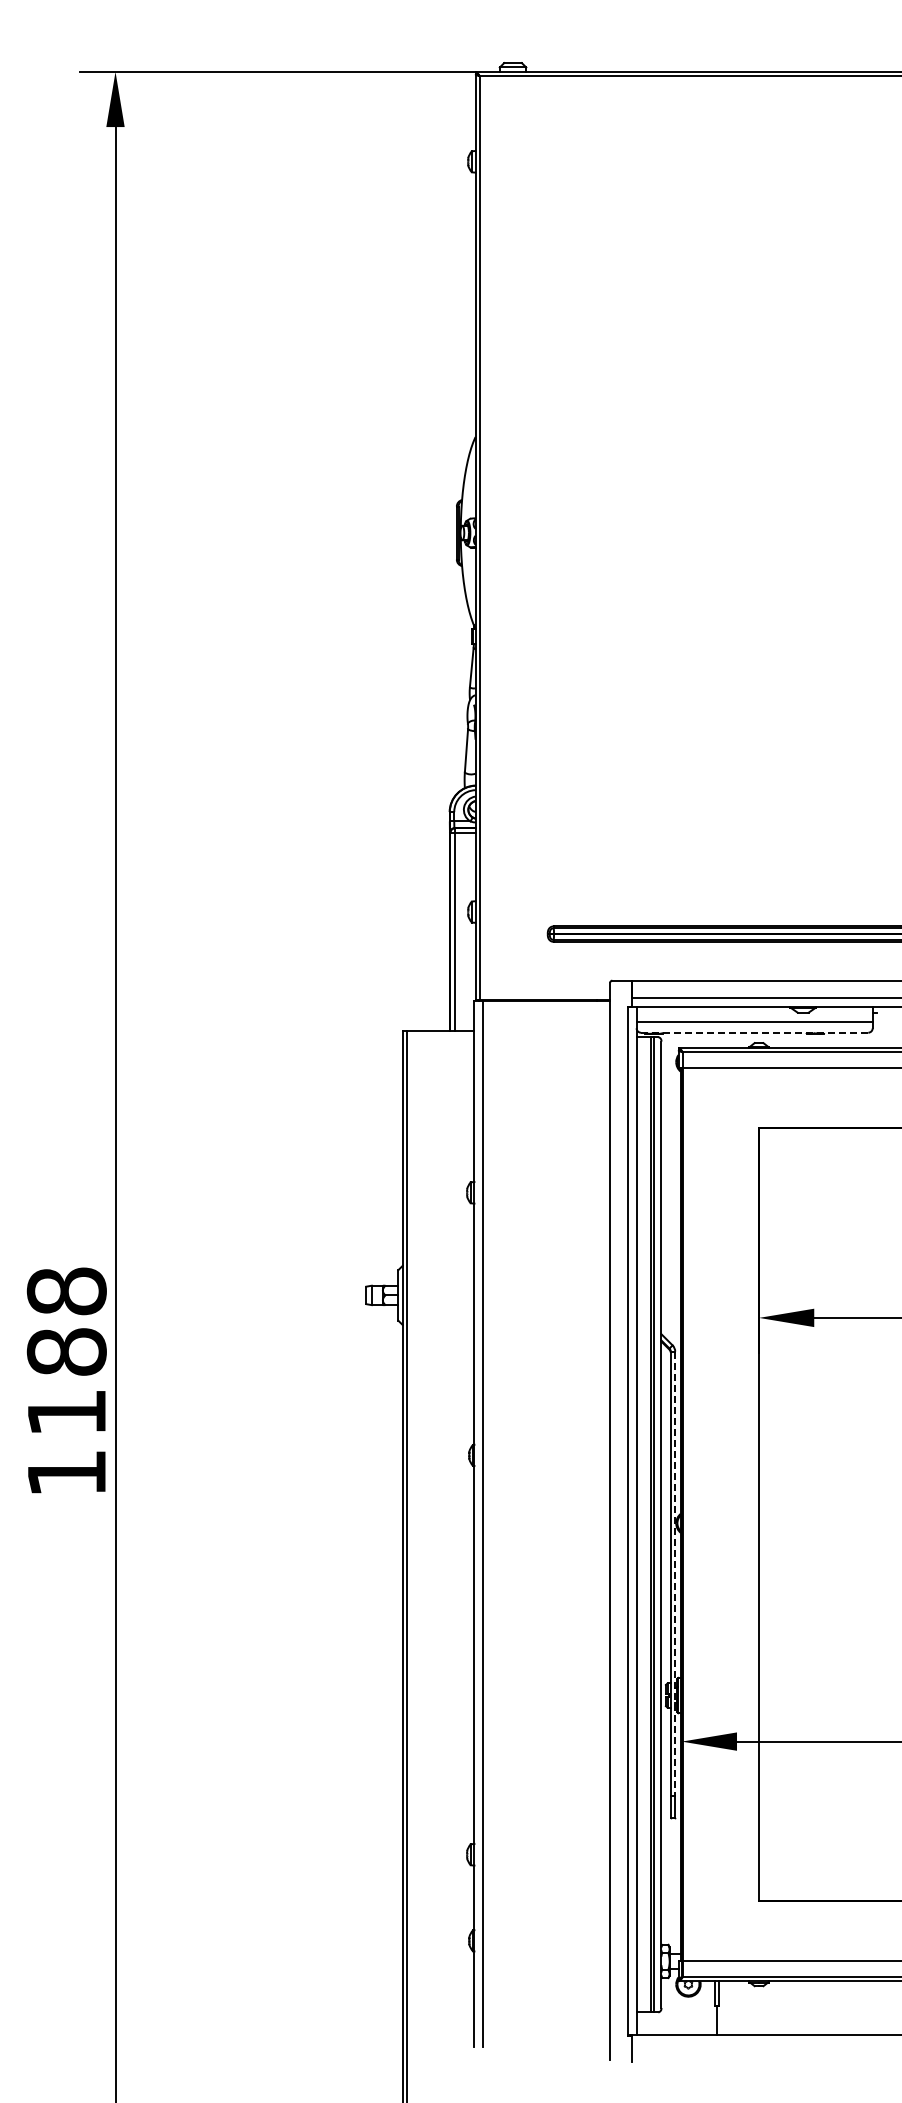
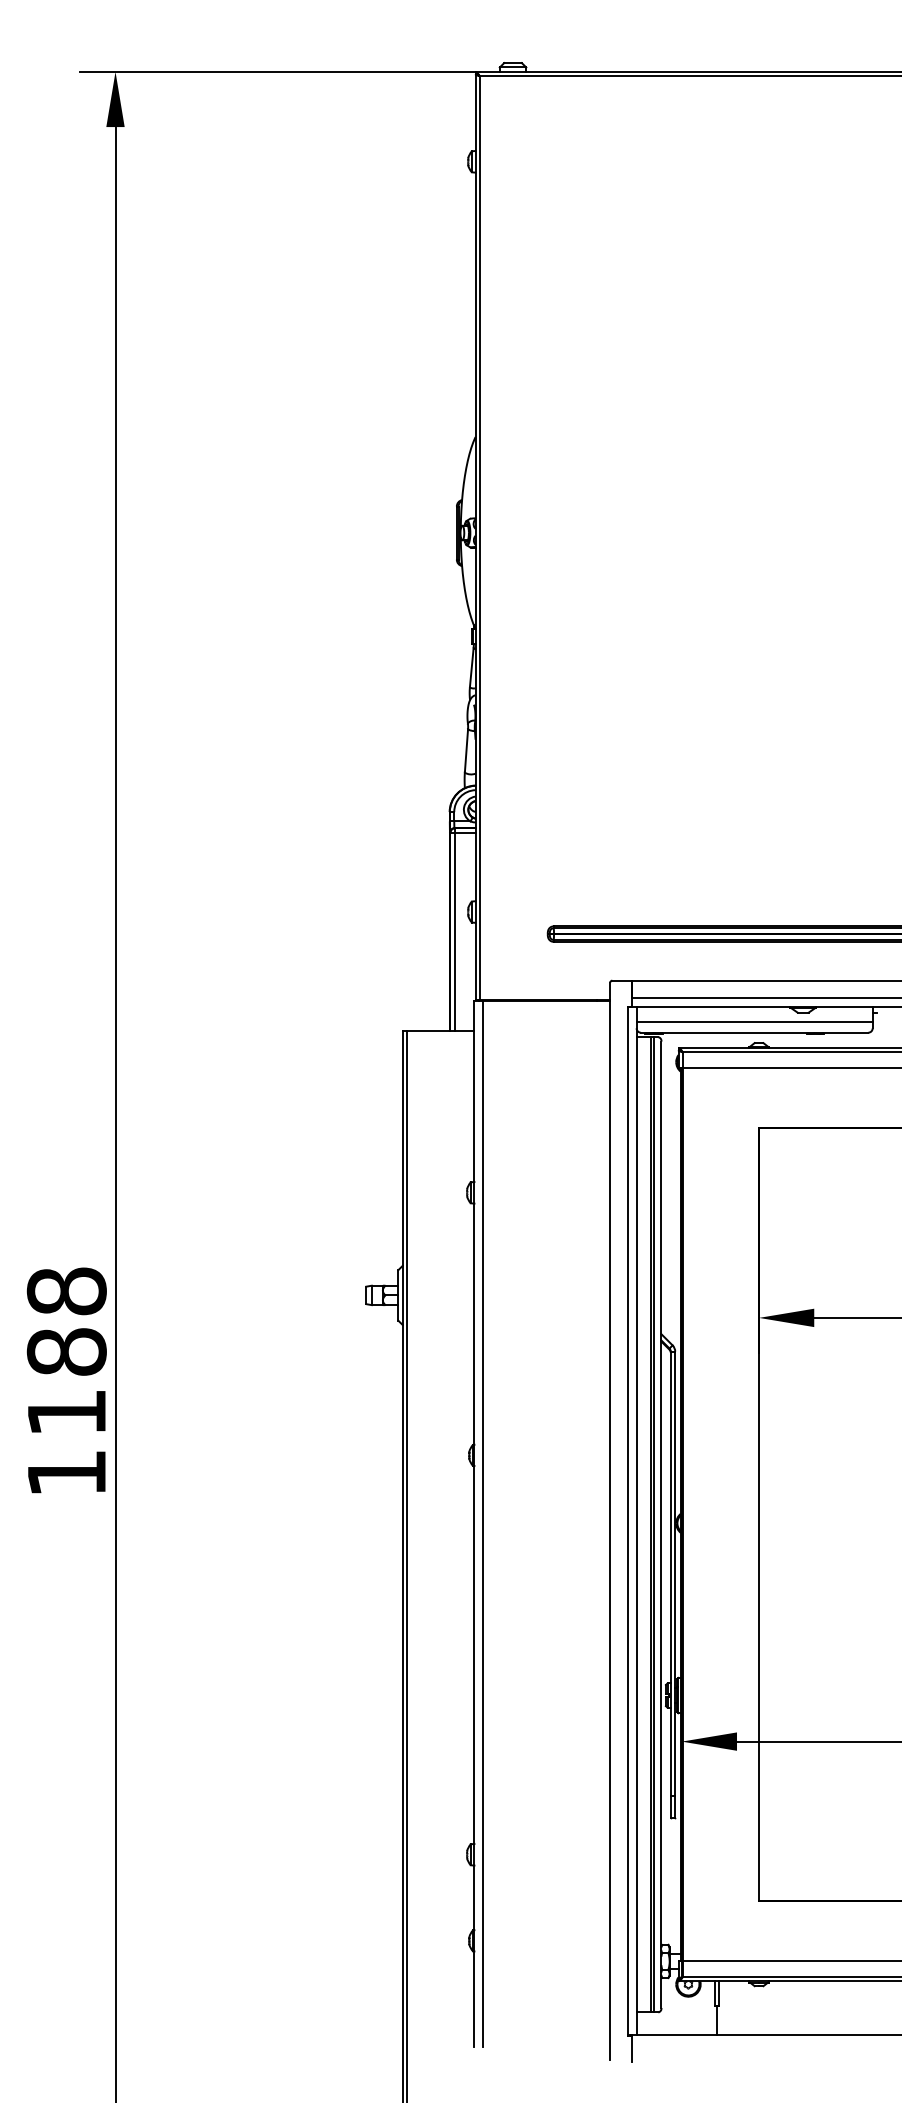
line at (754, 1032): dashed -> solid
line at (675, 1574): dashed -> solid
